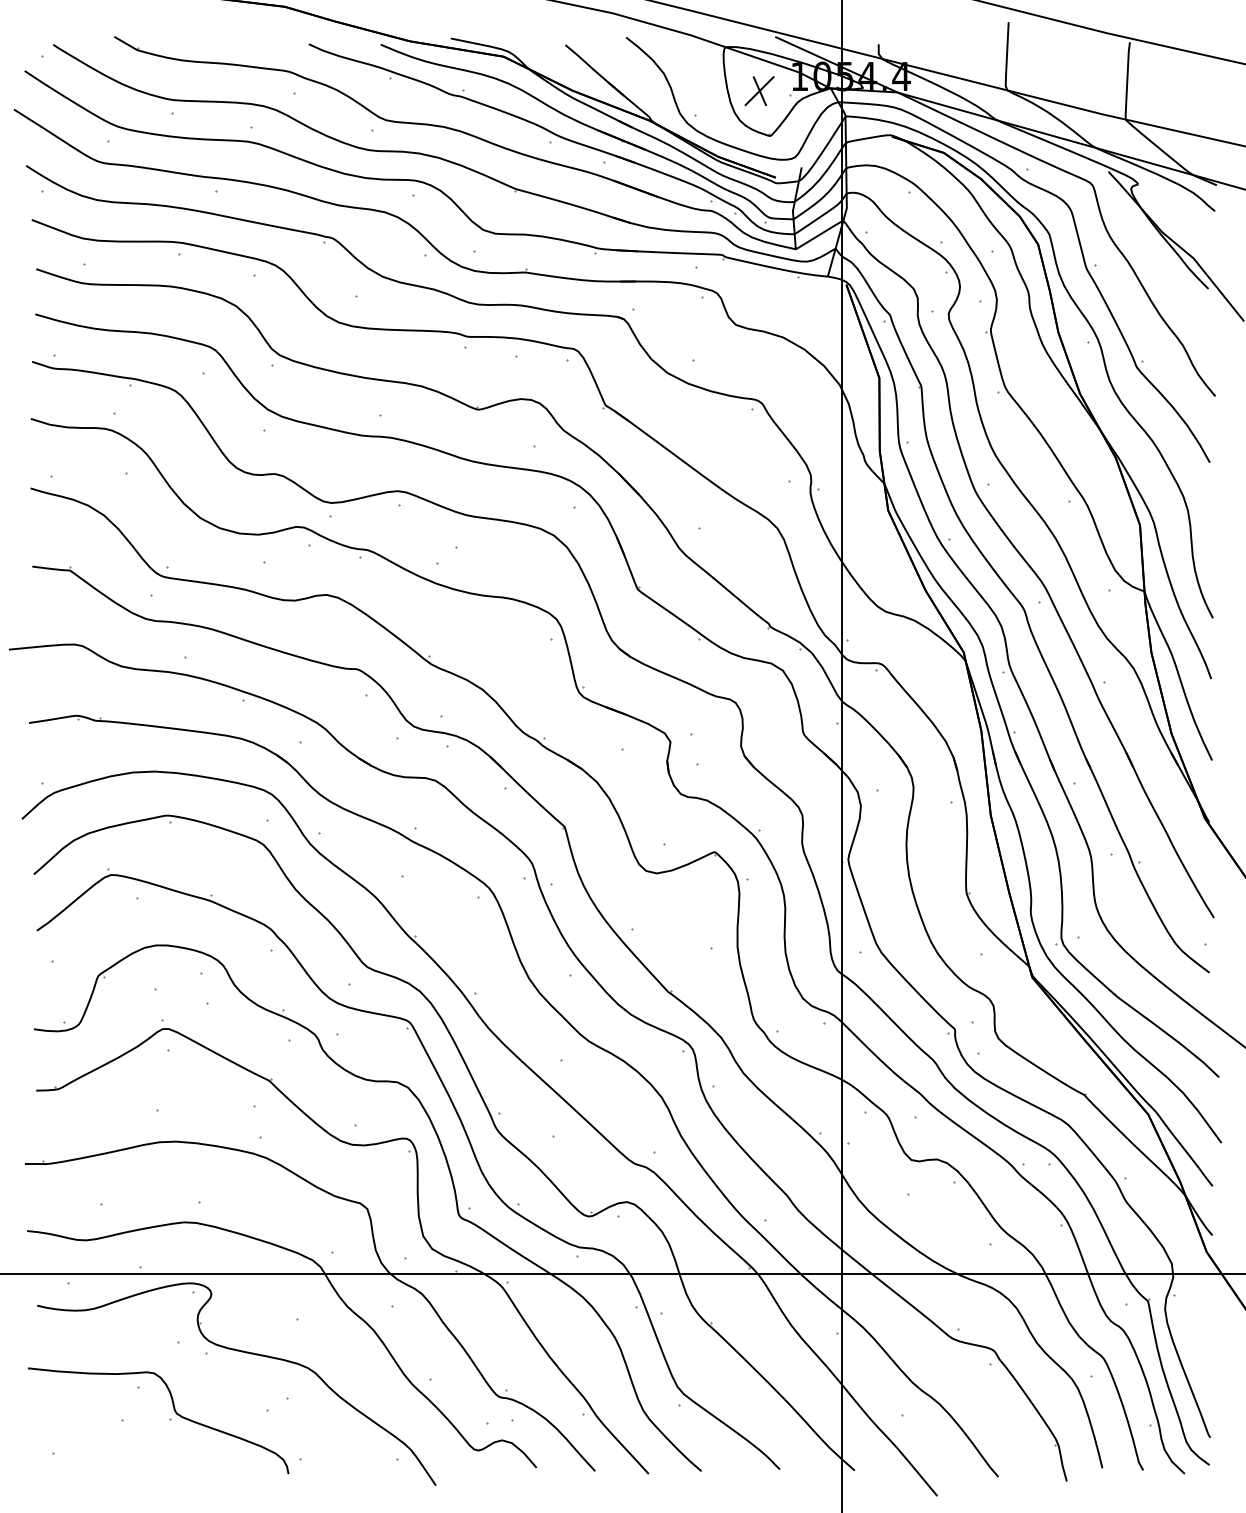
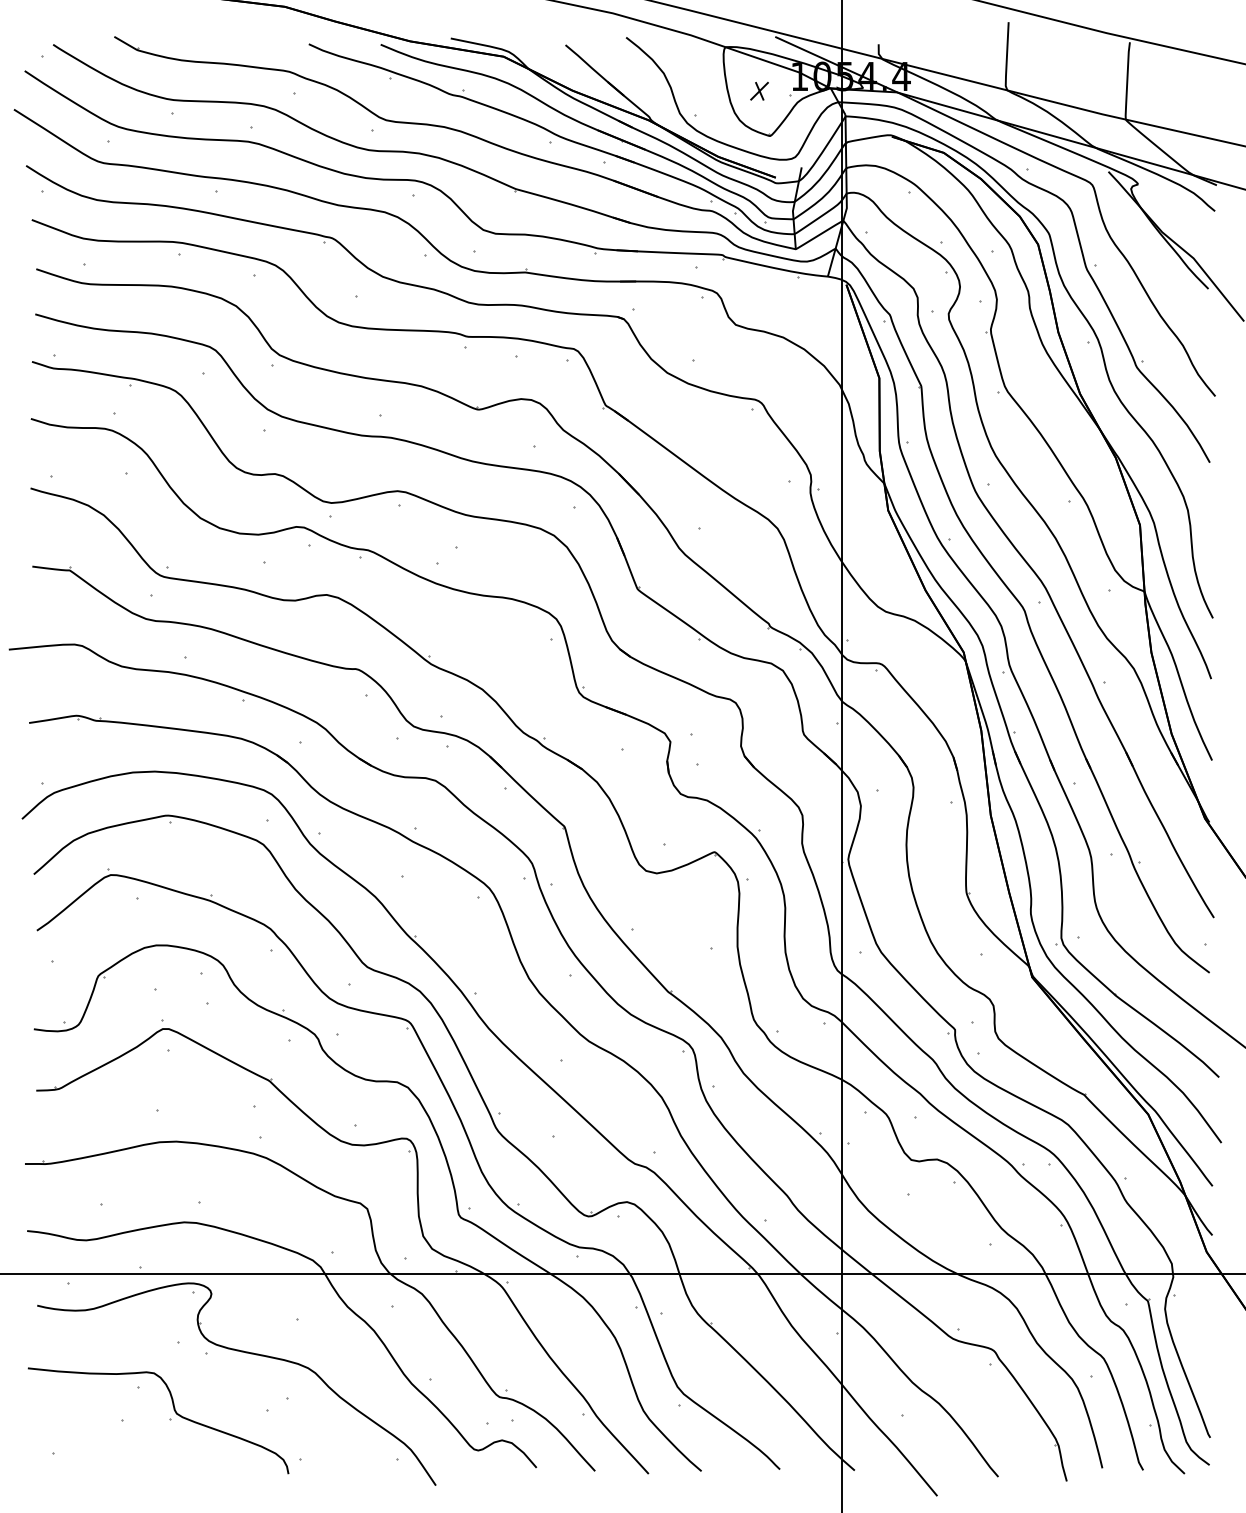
part at (759, 91) size: 31x31 px -> 19x20 px
